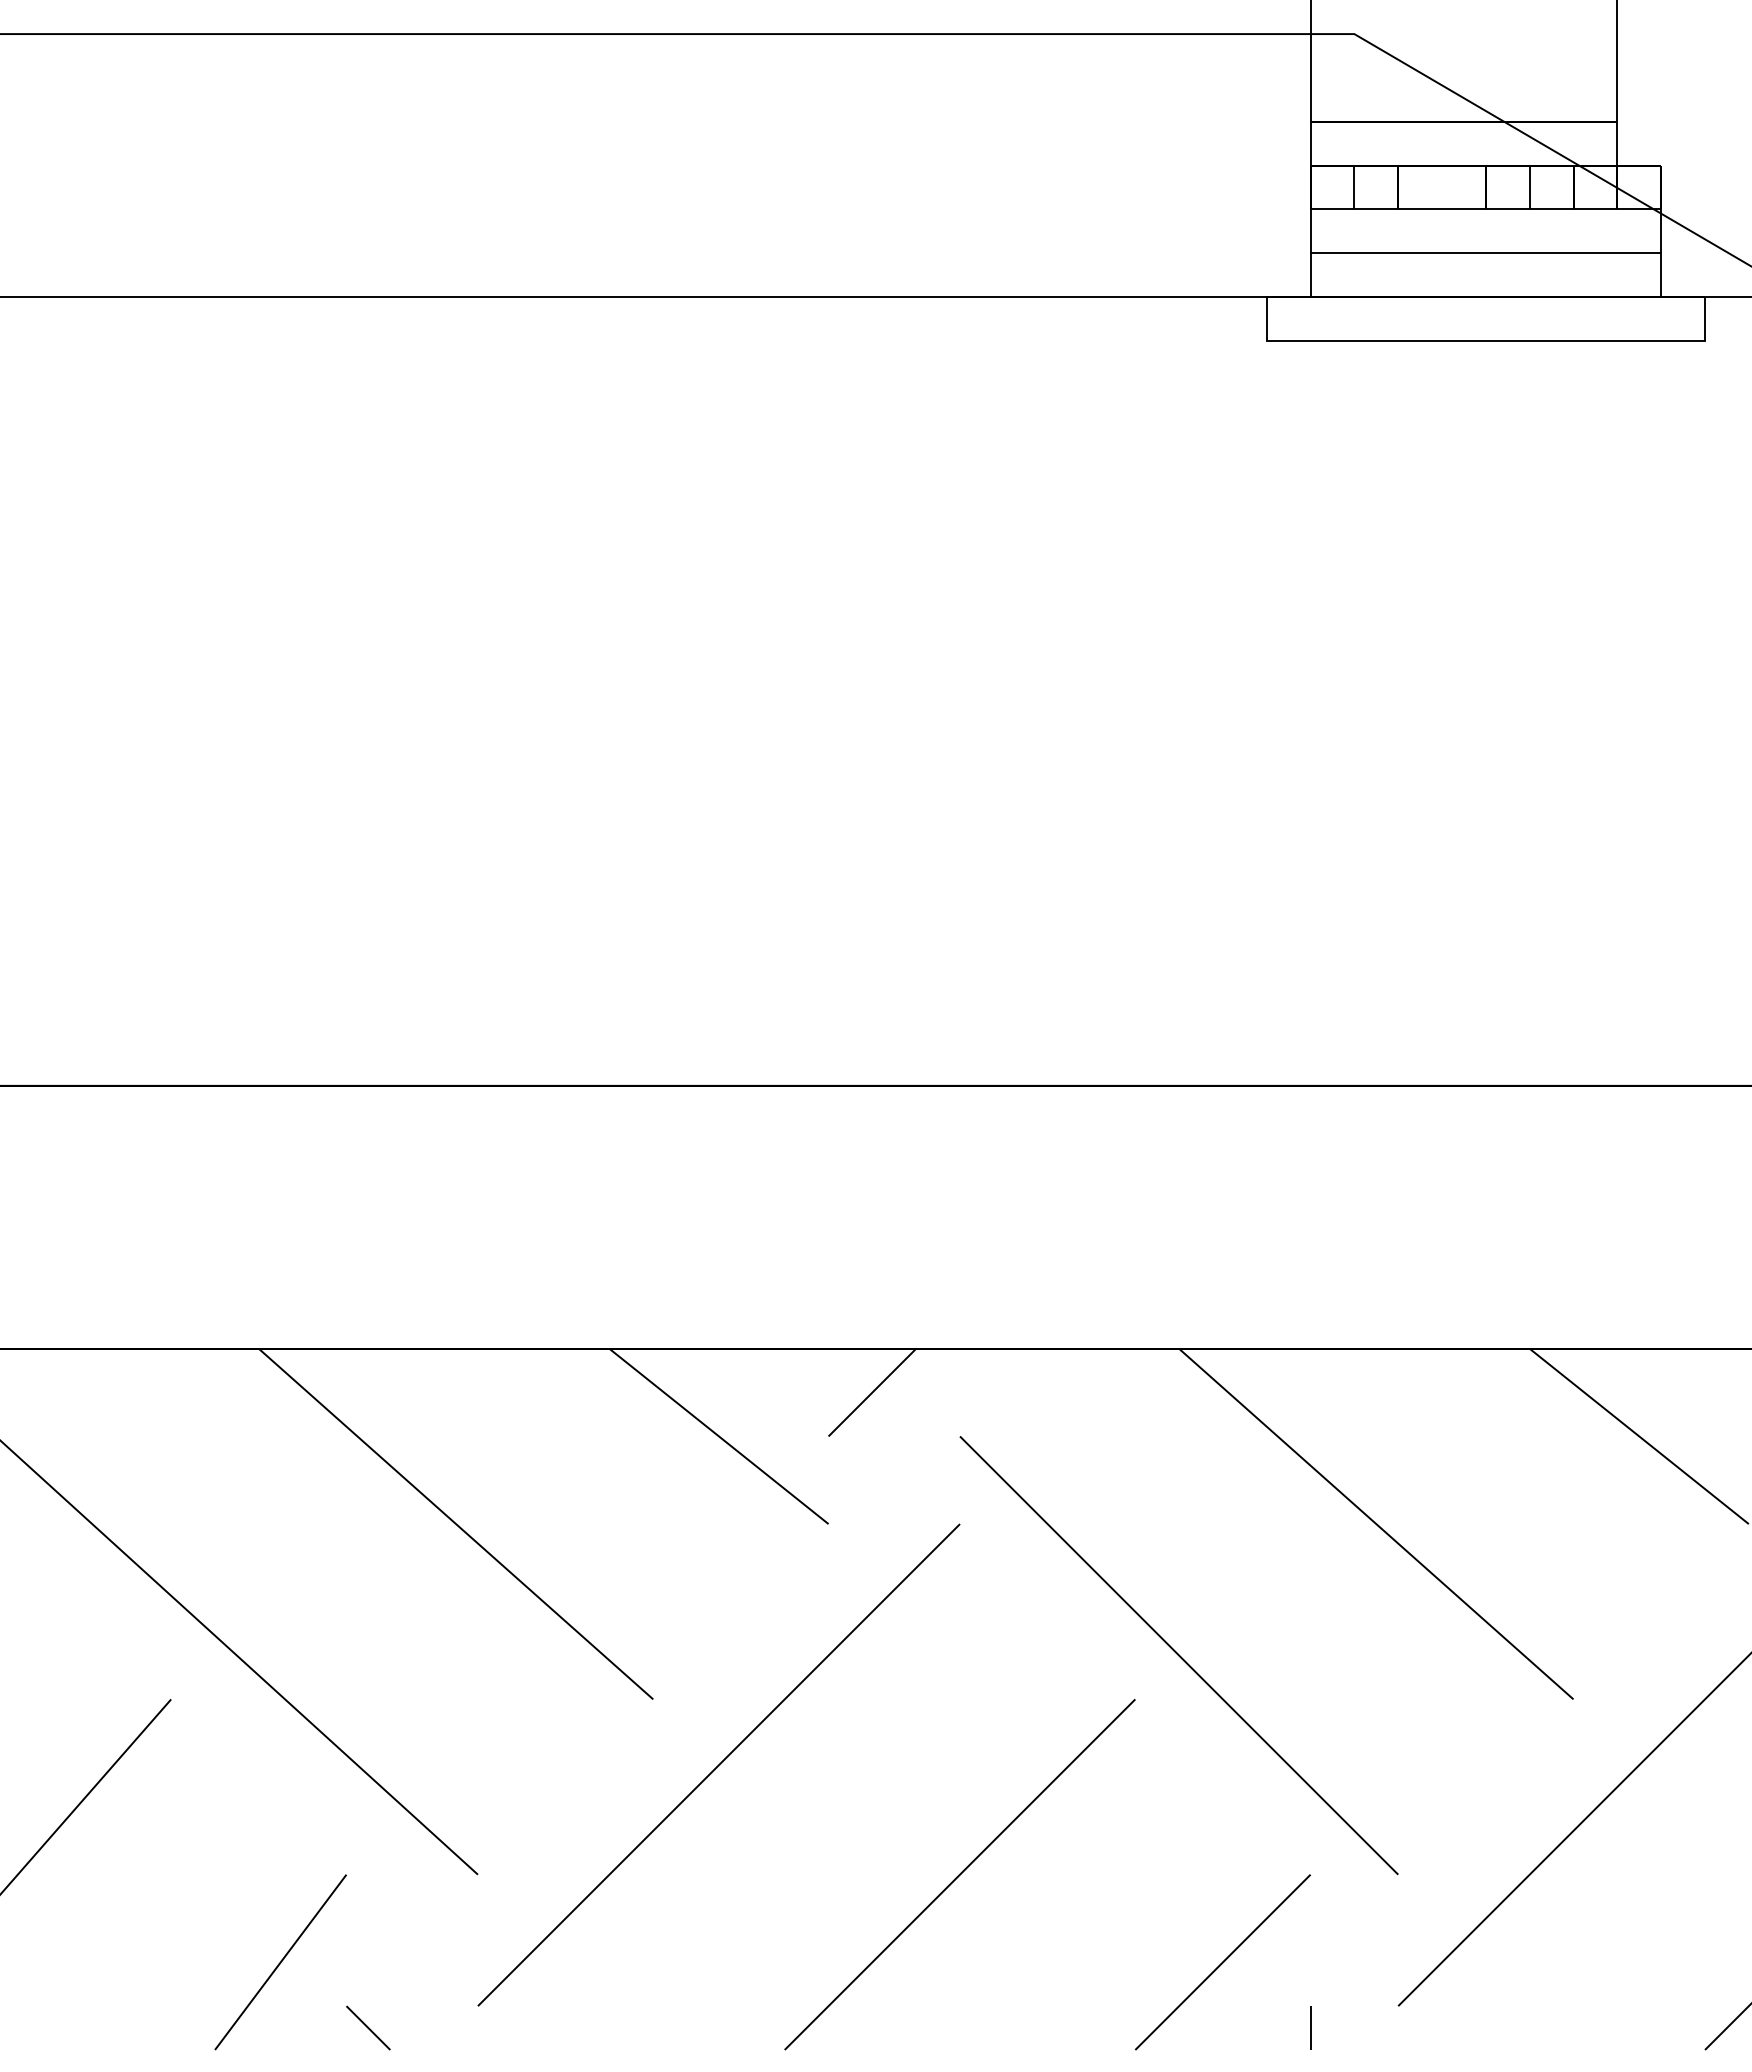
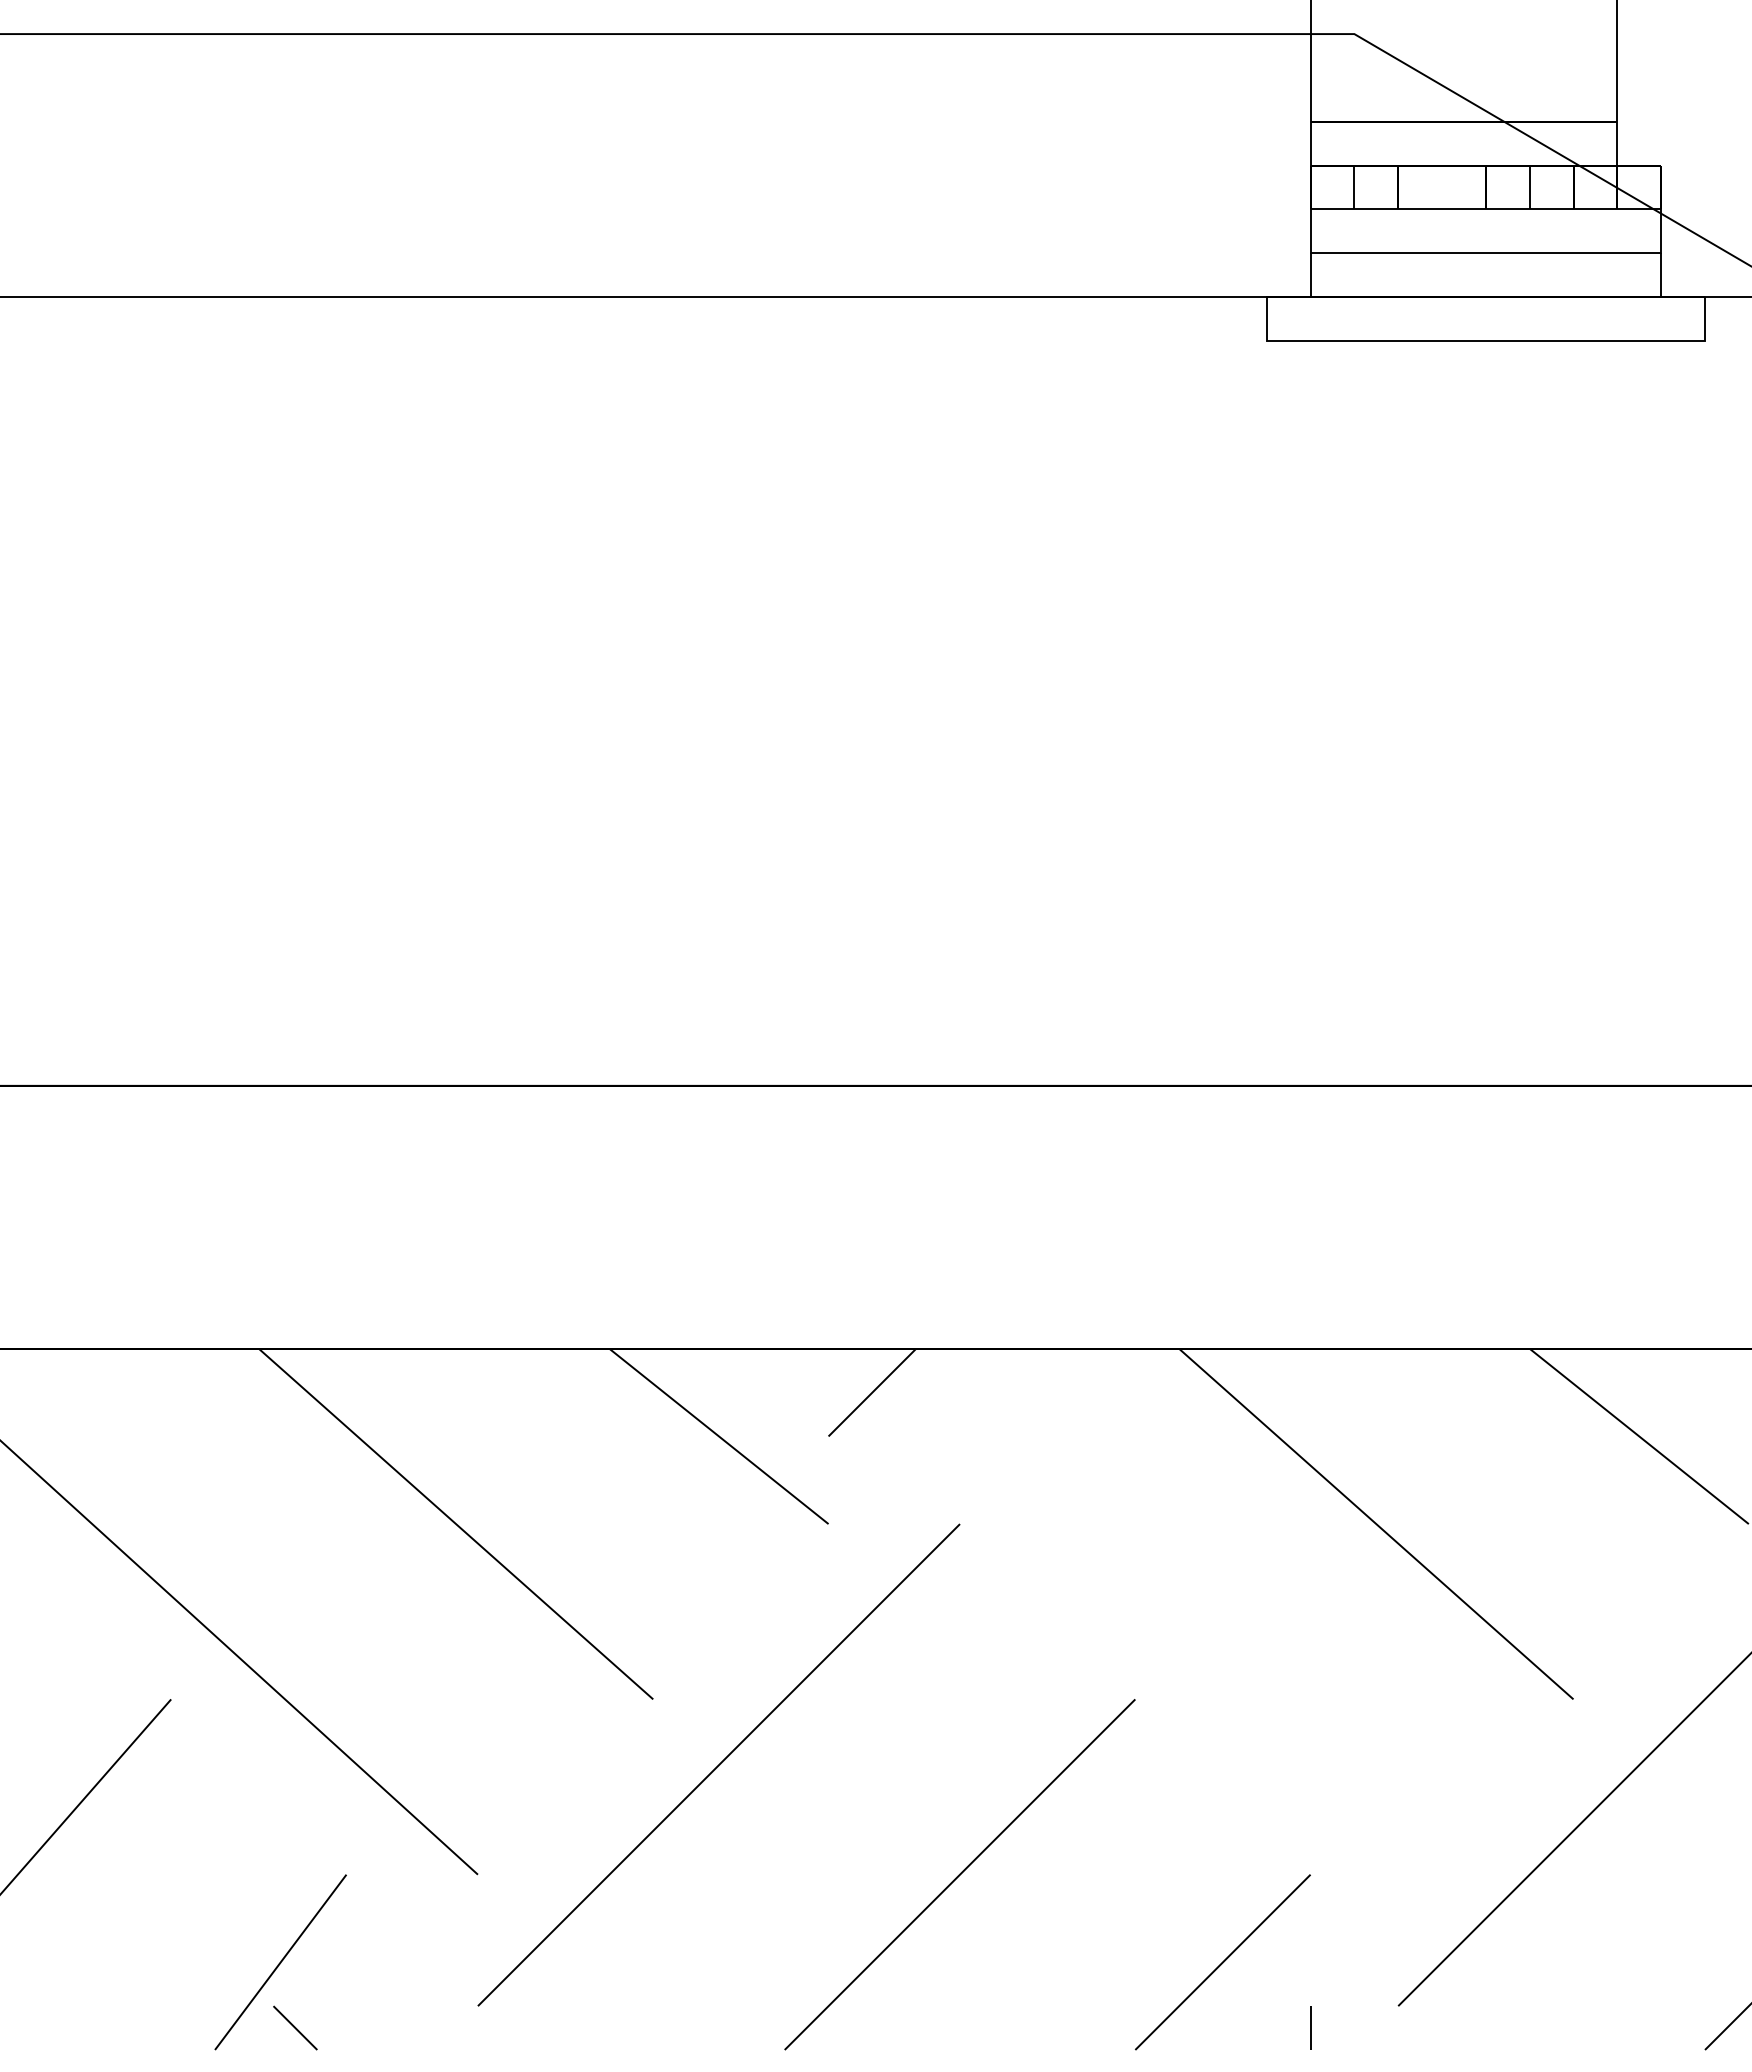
line at (1178, 1655): present -> none
line at (368, 2027) position: (368, 2027) -> (295, 2027)
